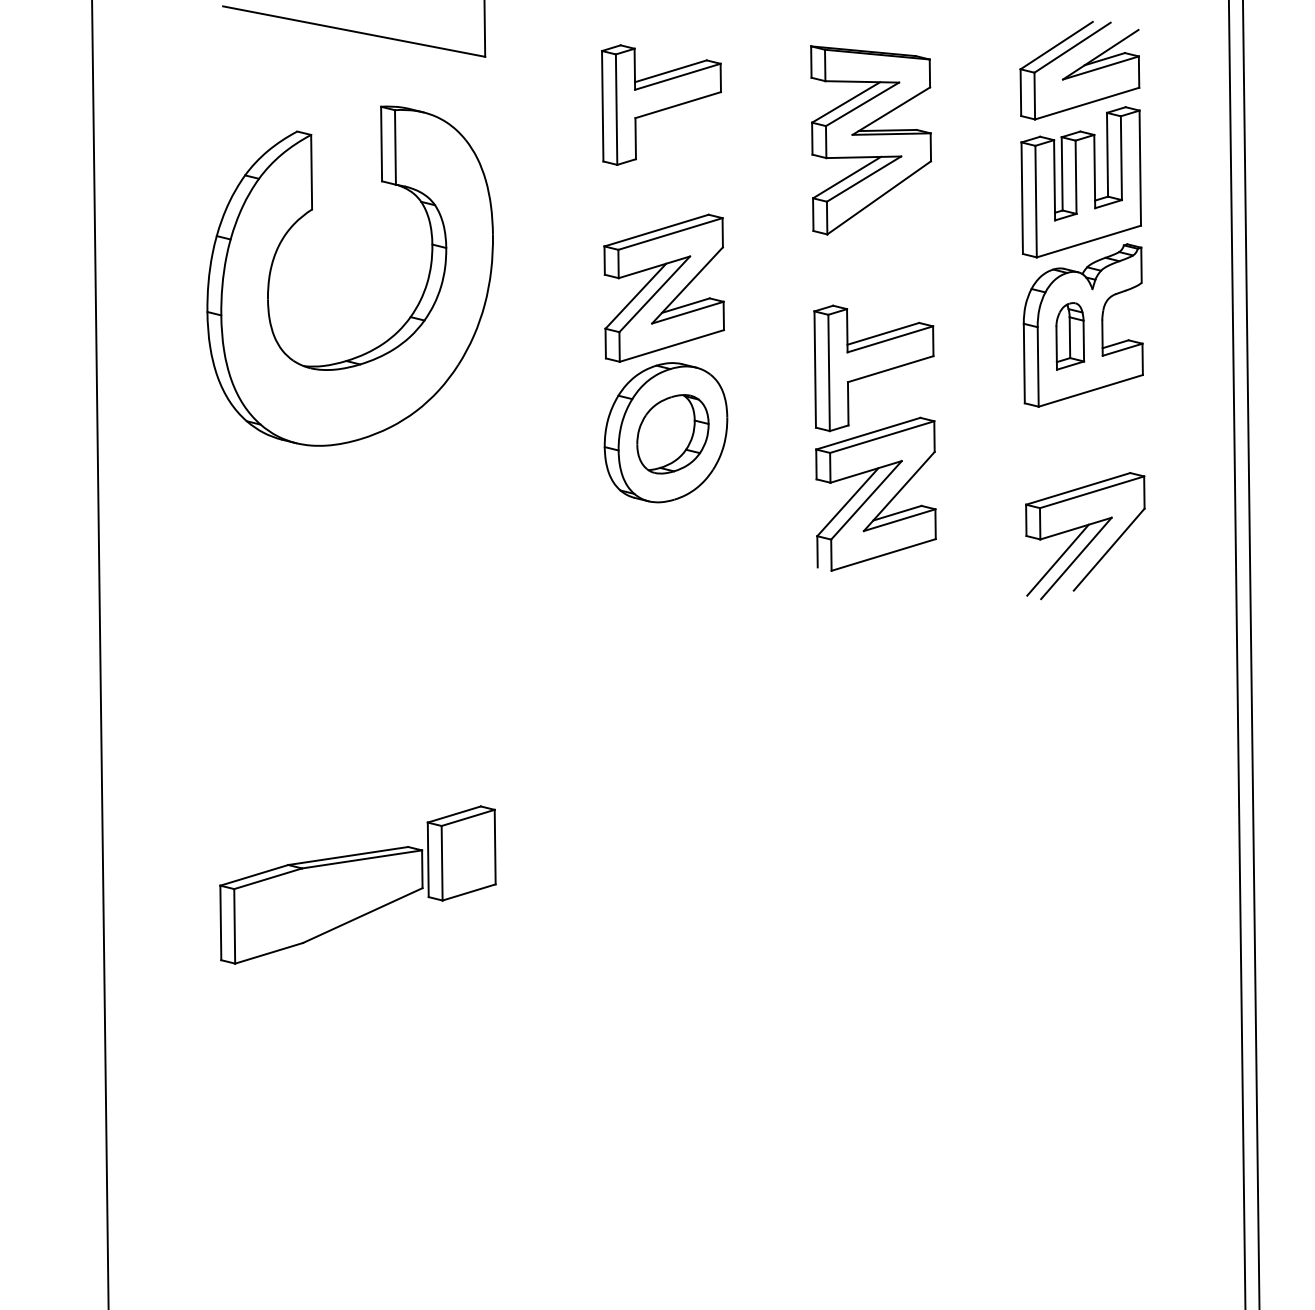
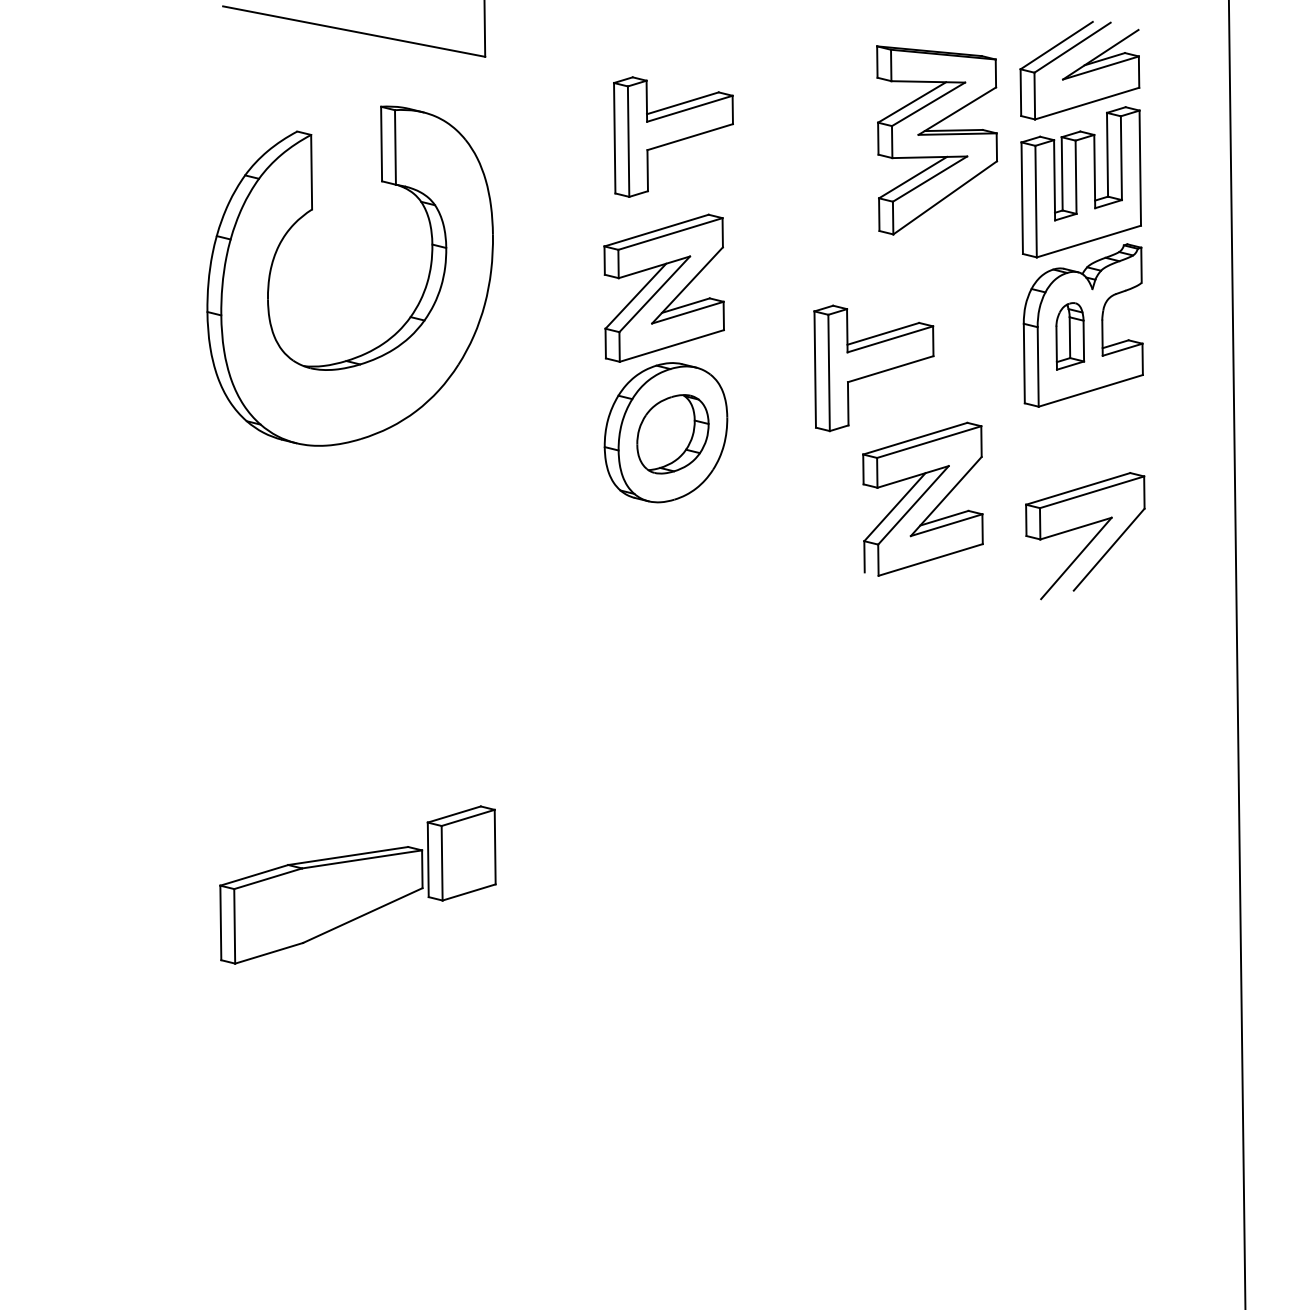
part at (661, 104) position: (661, 104) -> (673, 136)
part at (871, 140) position: (871, 140) -> (937, 140)
part at (875, 493) position: (875, 493) -> (922, 498)
line at (1057, 559): present -> none
line at (100, 654): present -> none
line at (1251, 654): present -> none
